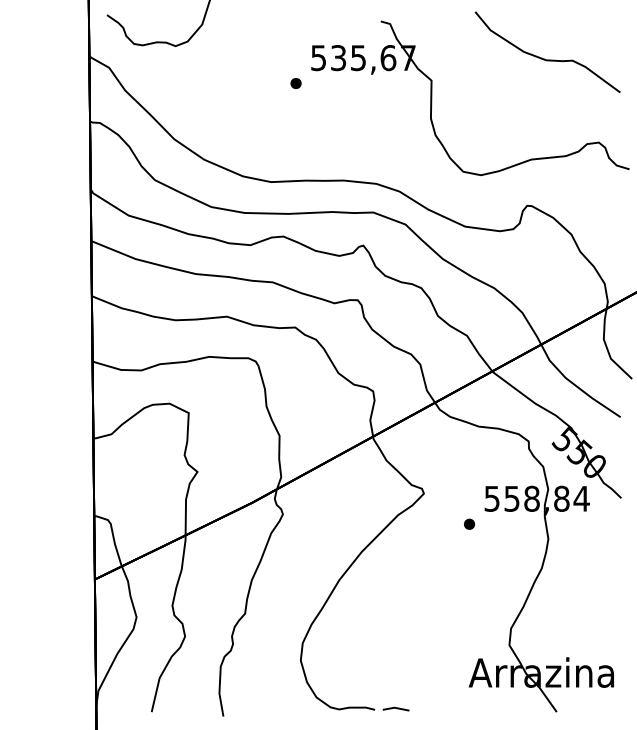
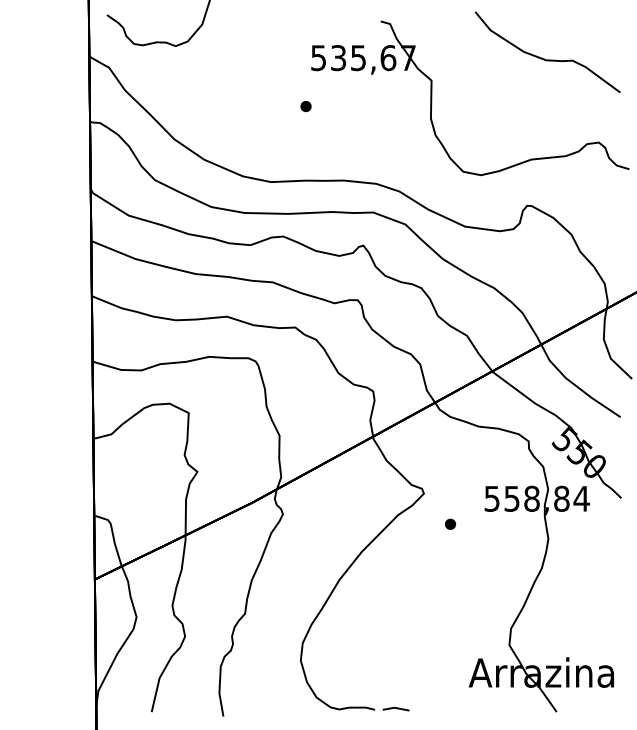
part at (295, 83) position: (295, 83) -> (305, 106)
part at (469, 523) position: (469, 523) -> (450, 523)
